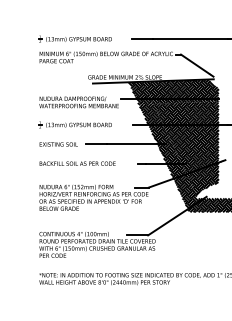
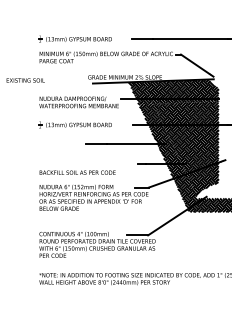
text at (58, 144) position: (58, 144) -> (25, 80)
text at (77, 163) position: (77, 163) -> (77, 172)
